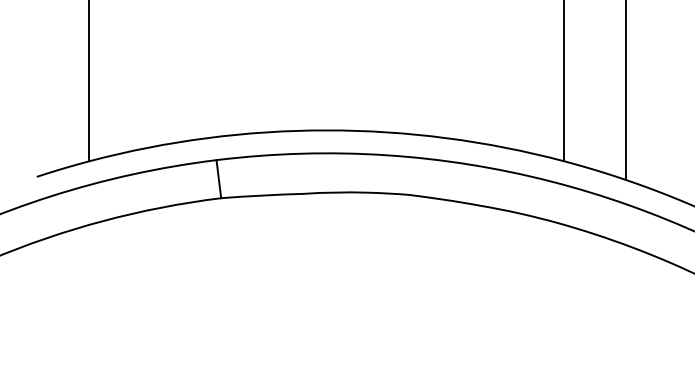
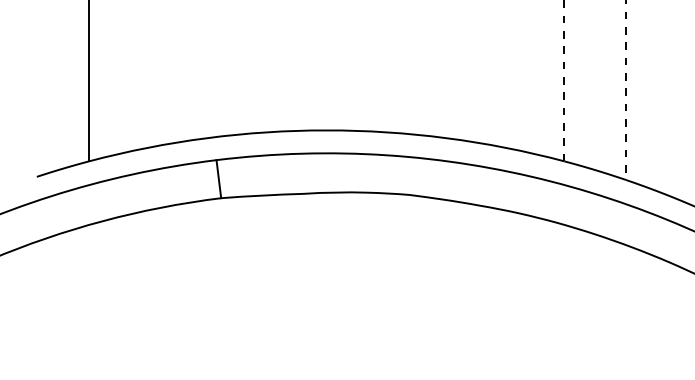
line at (564, 80): solid -> dashed
line at (625, 90): solid -> dashed
